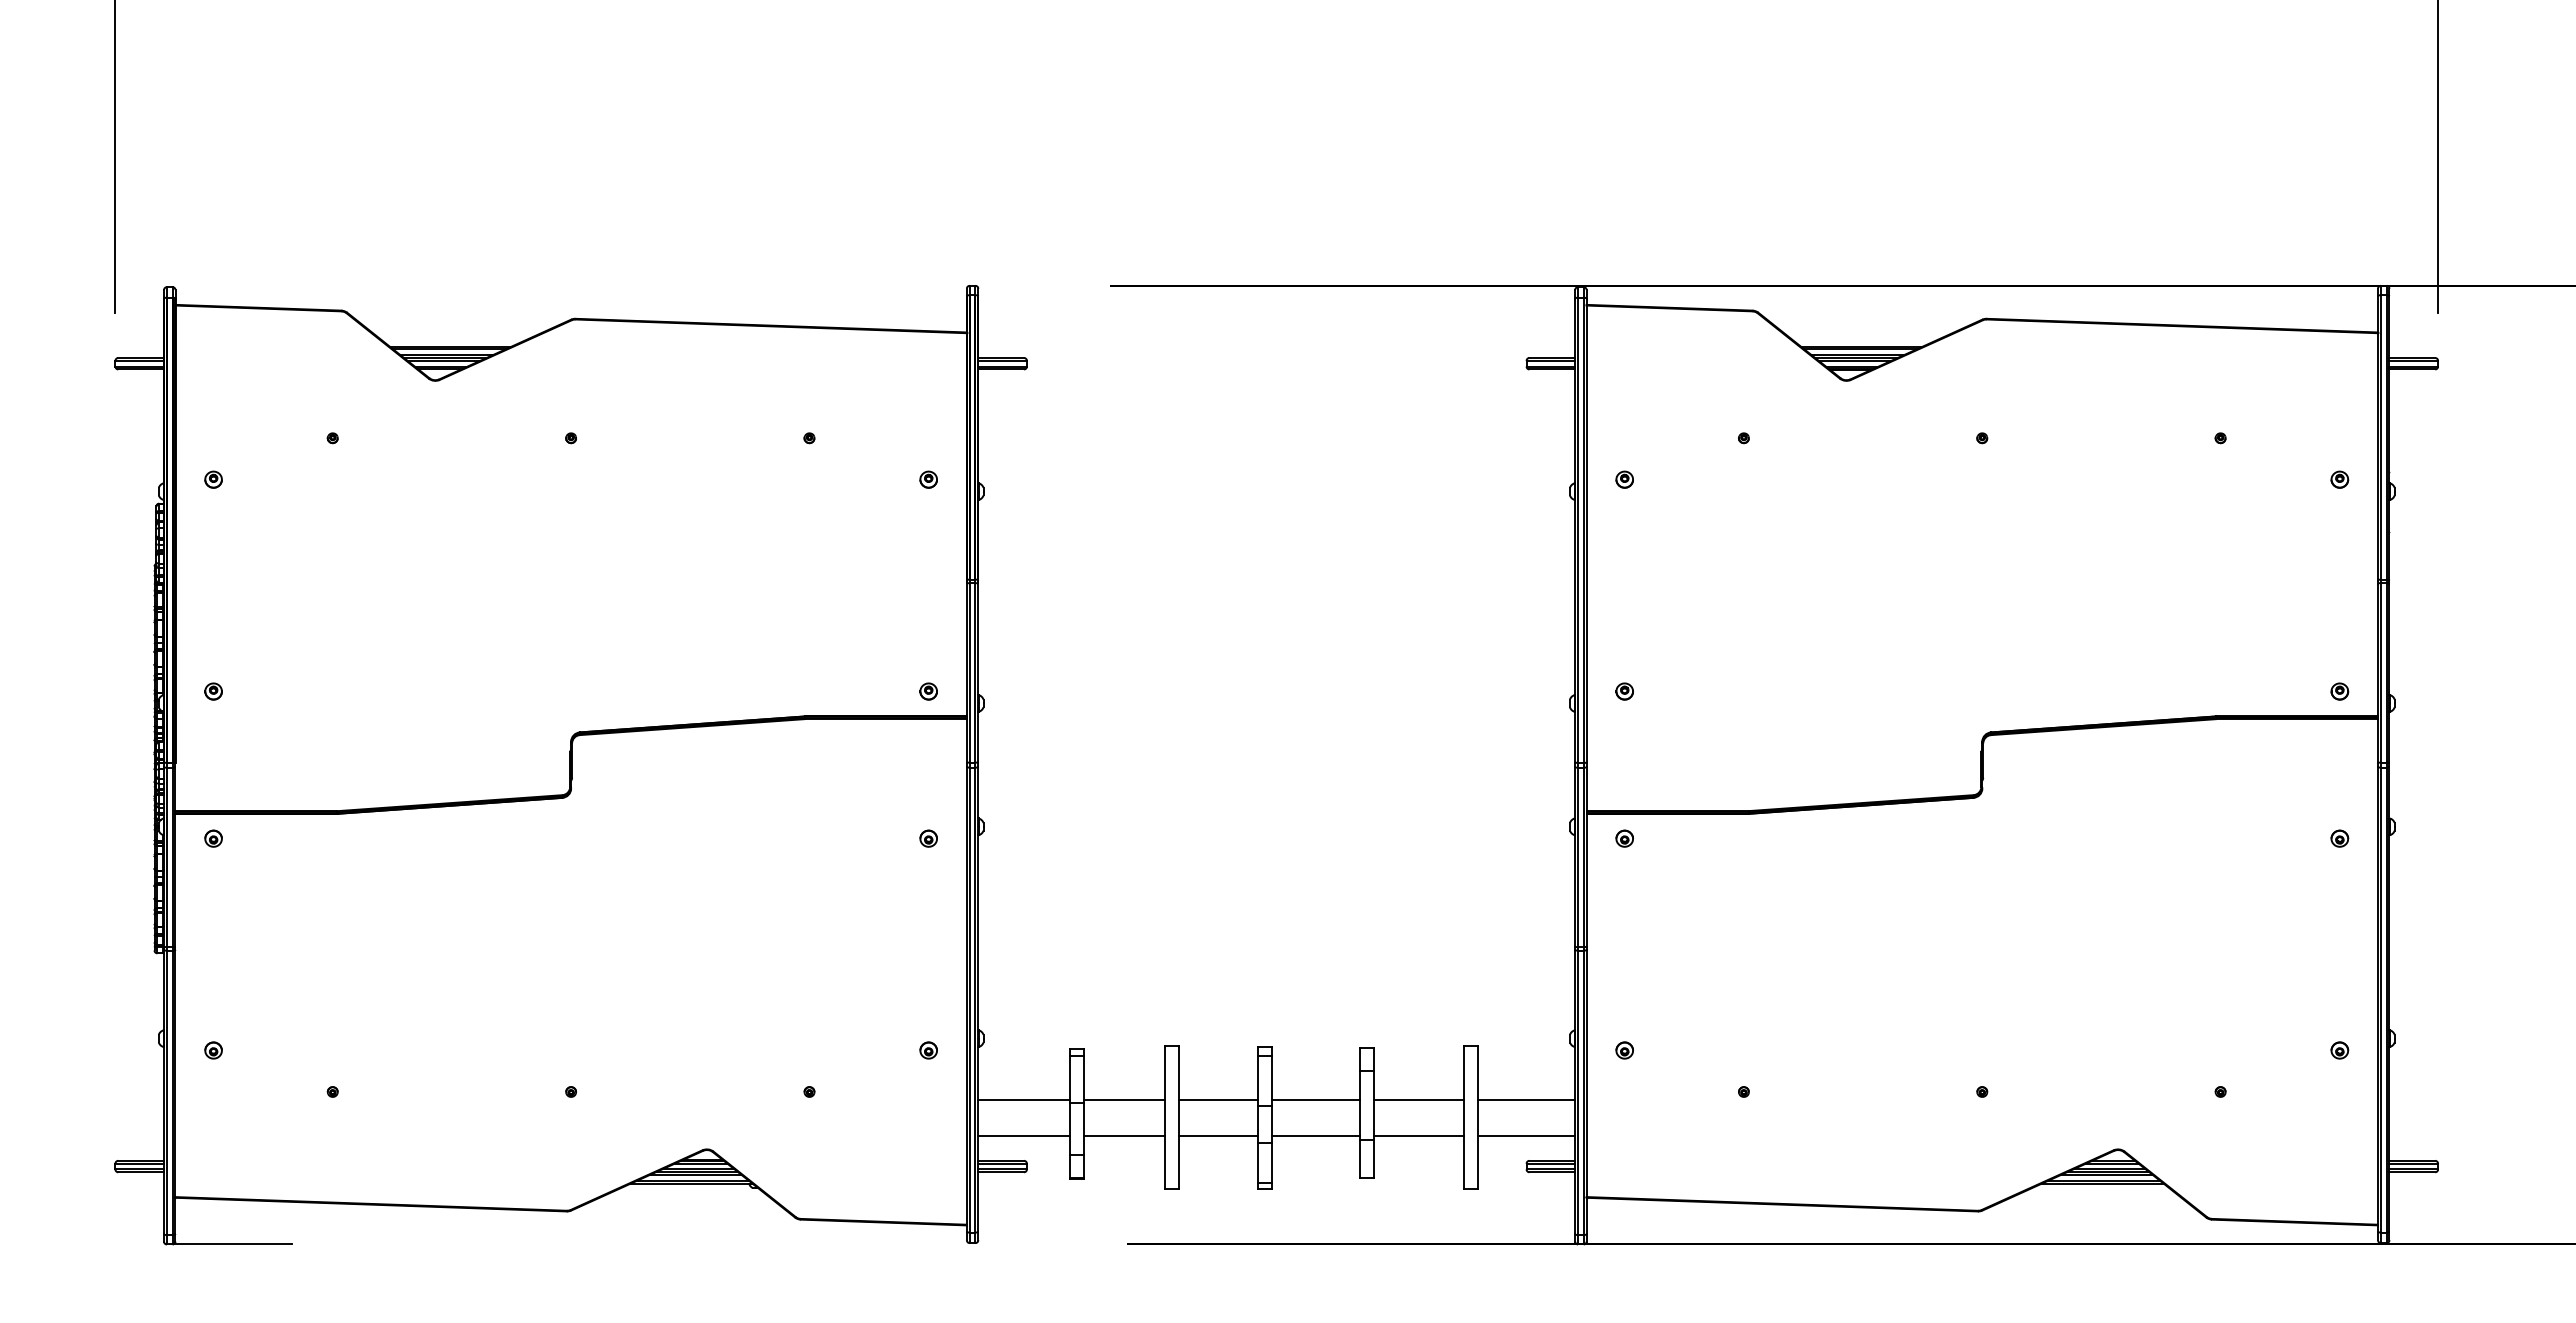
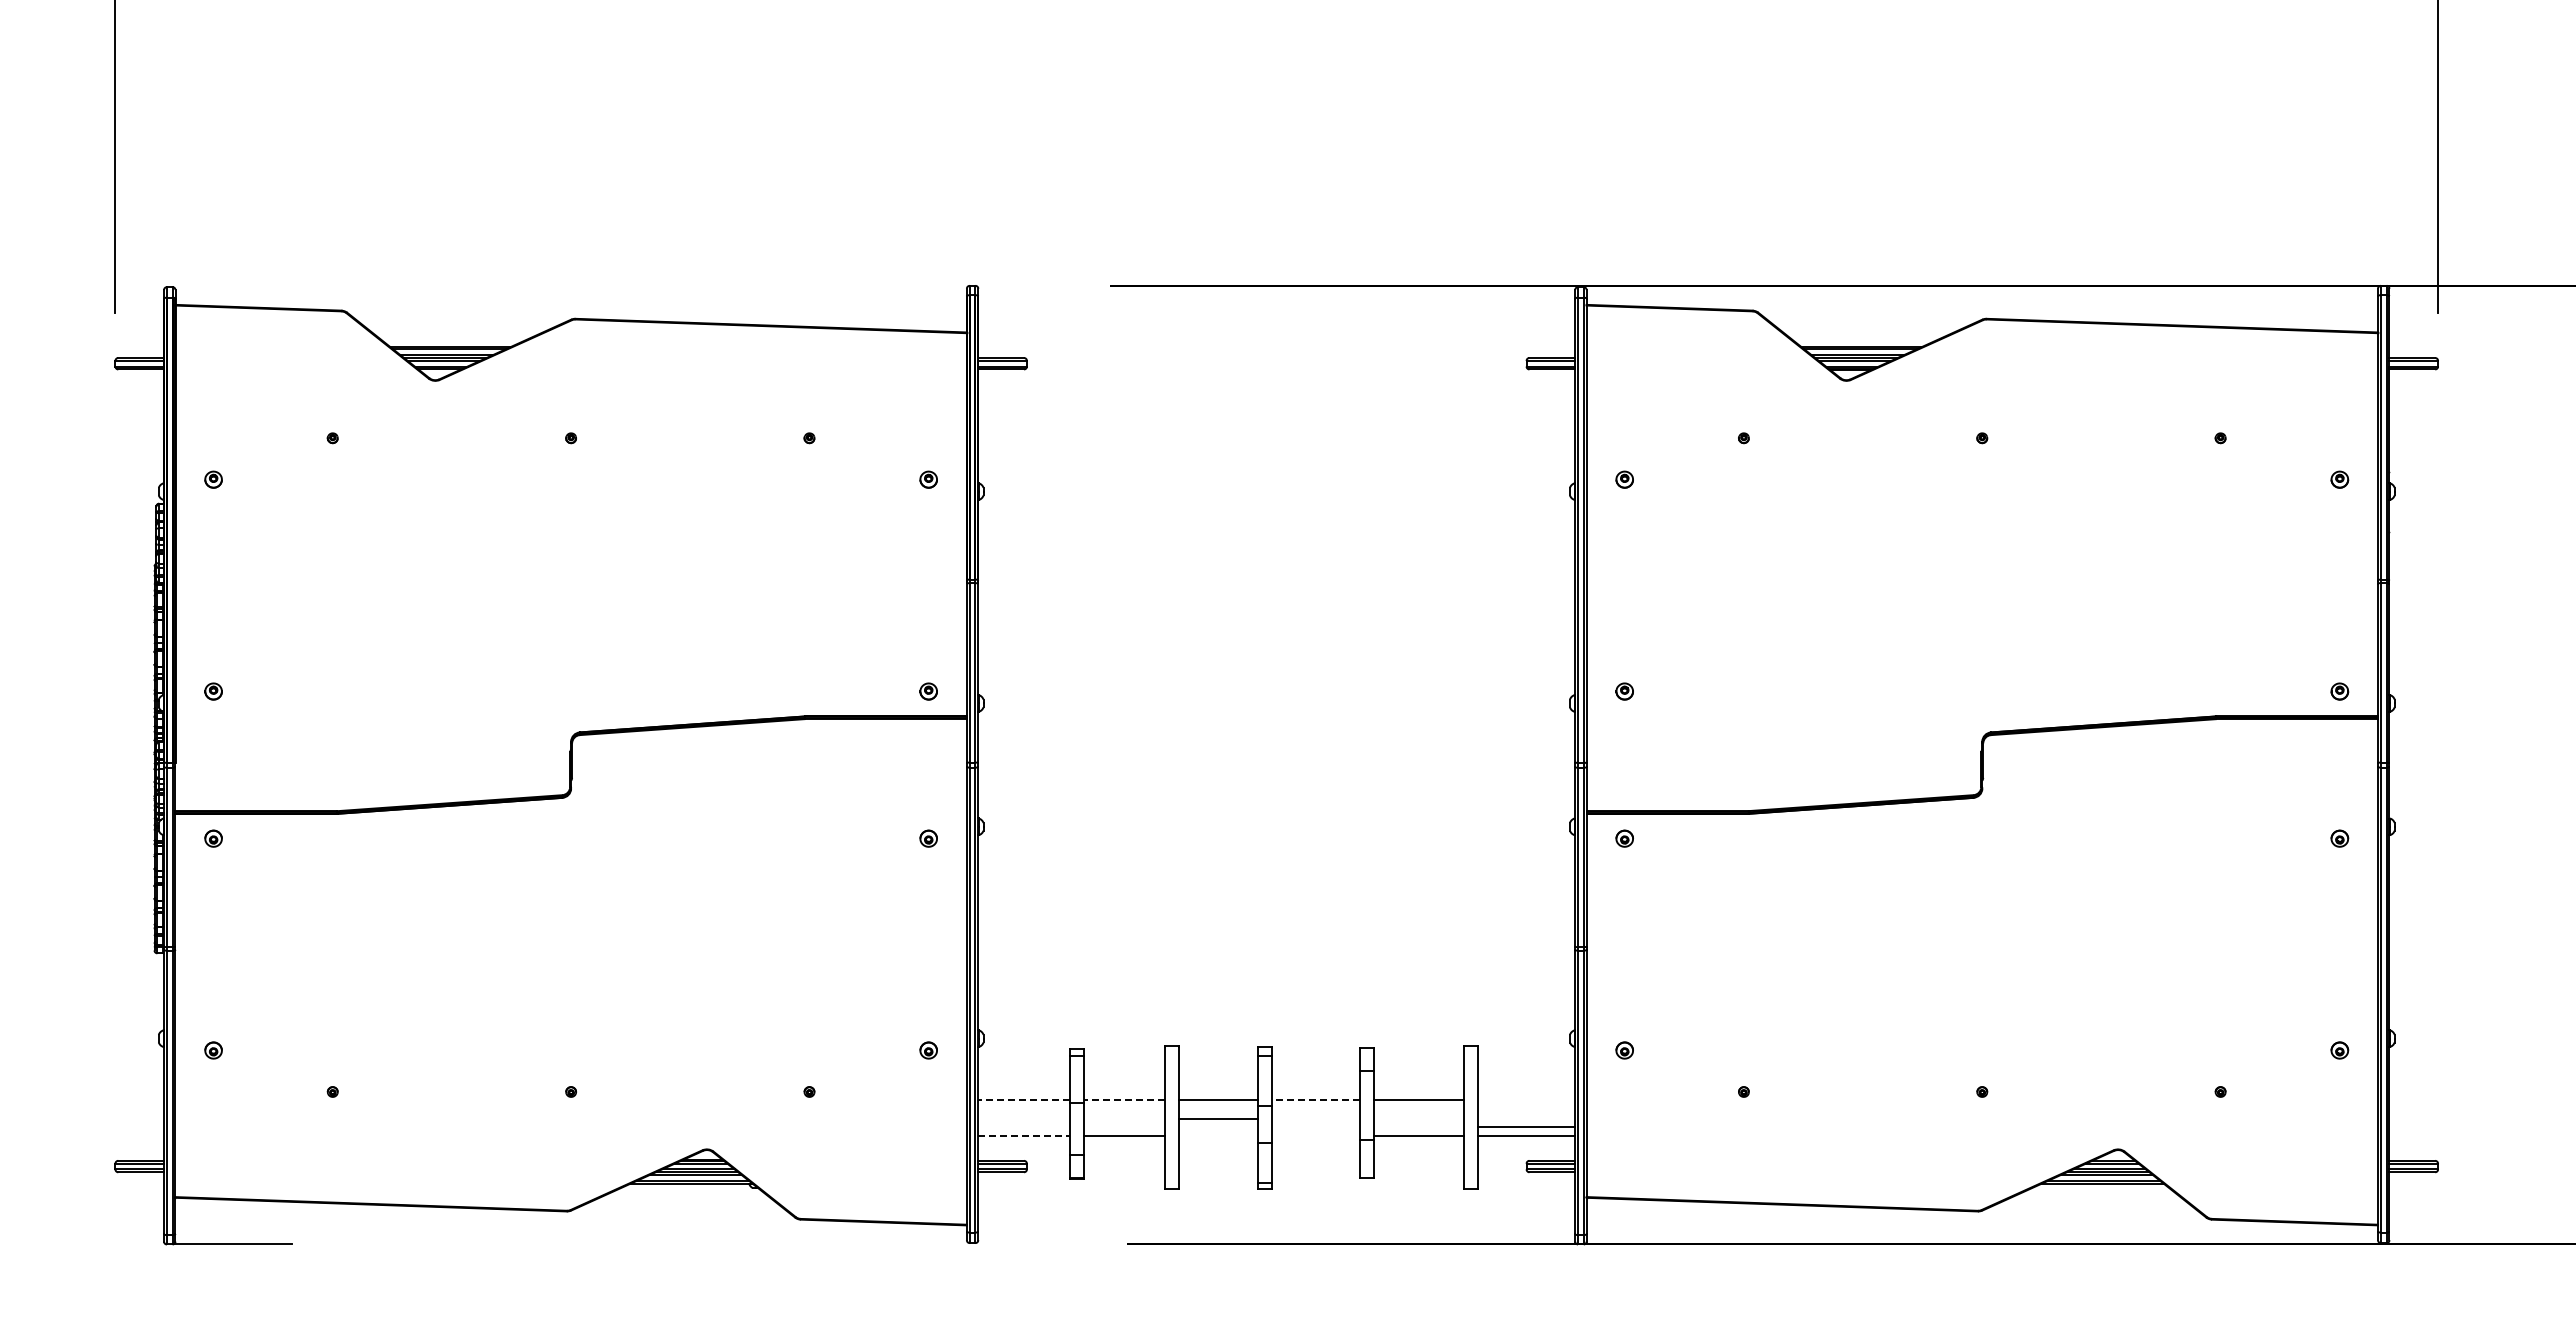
line at (1024, 1099): solid -> dashed
line at (1124, 1099): solid -> dashed
line at (1316, 1099): solid -> dashed
line at (1526, 1099) position: (1526, 1099) -> (1526, 1126)
line at (1024, 1136): solid -> dashed
line at (1218, 1136) position: (1218, 1136) -> (1218, 1119)
line at (1316, 1136): present -> none
